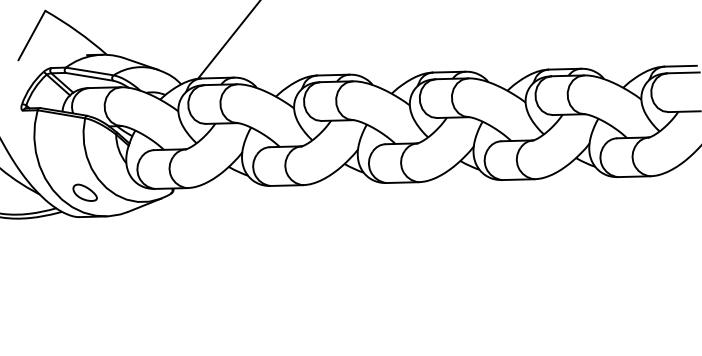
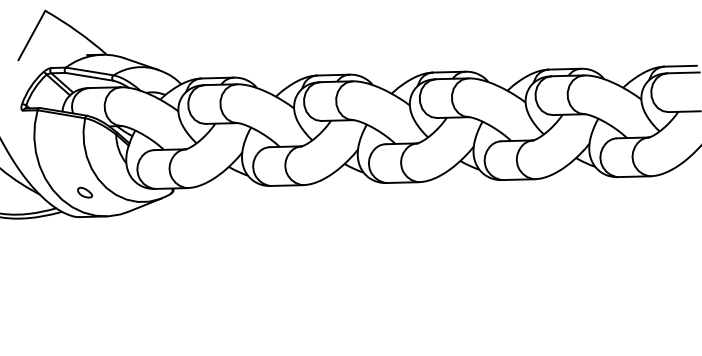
line at (228, 40): present -> none
part at (84, 192) size: 26x19 px -> 16x13 px
